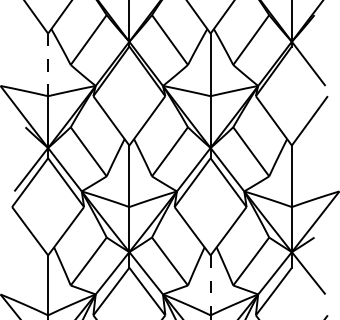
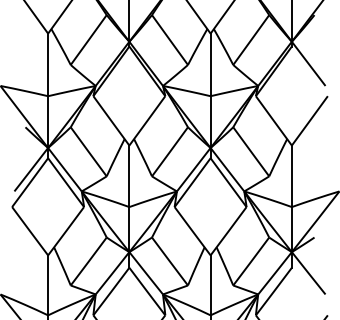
line at (48, 65): dashed -> solid
line at (210, 285): dashed -> solid
